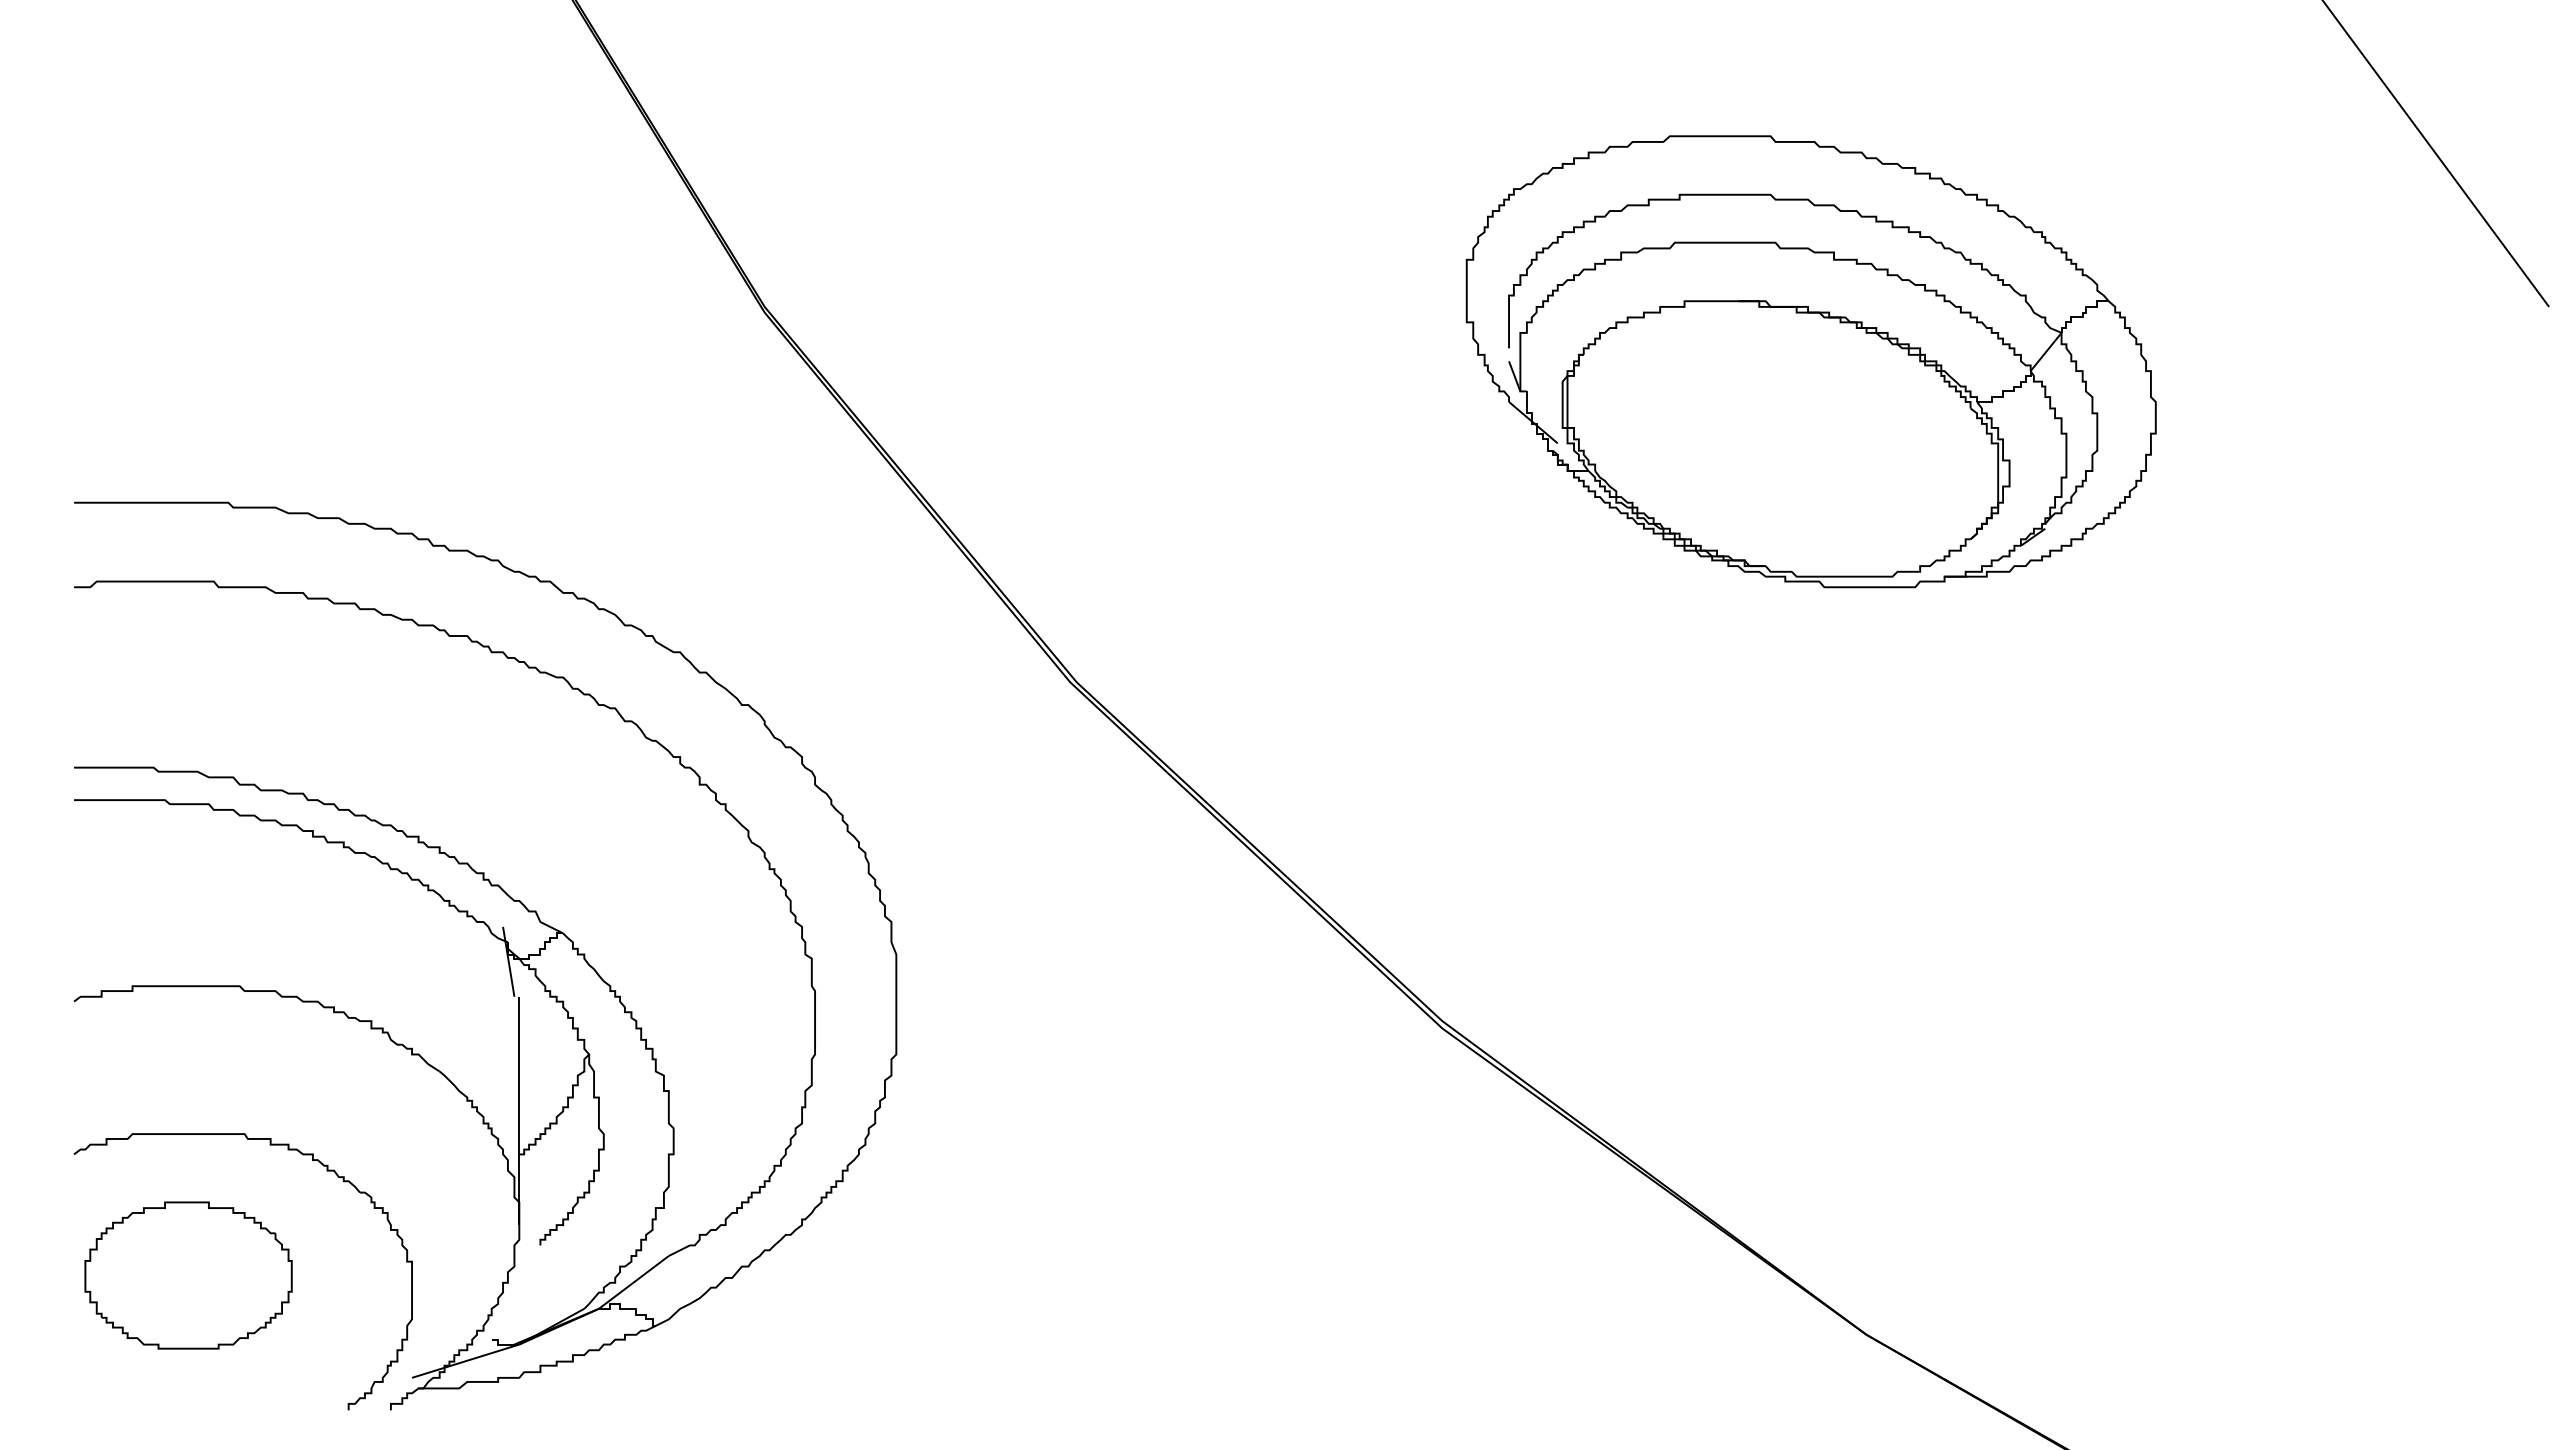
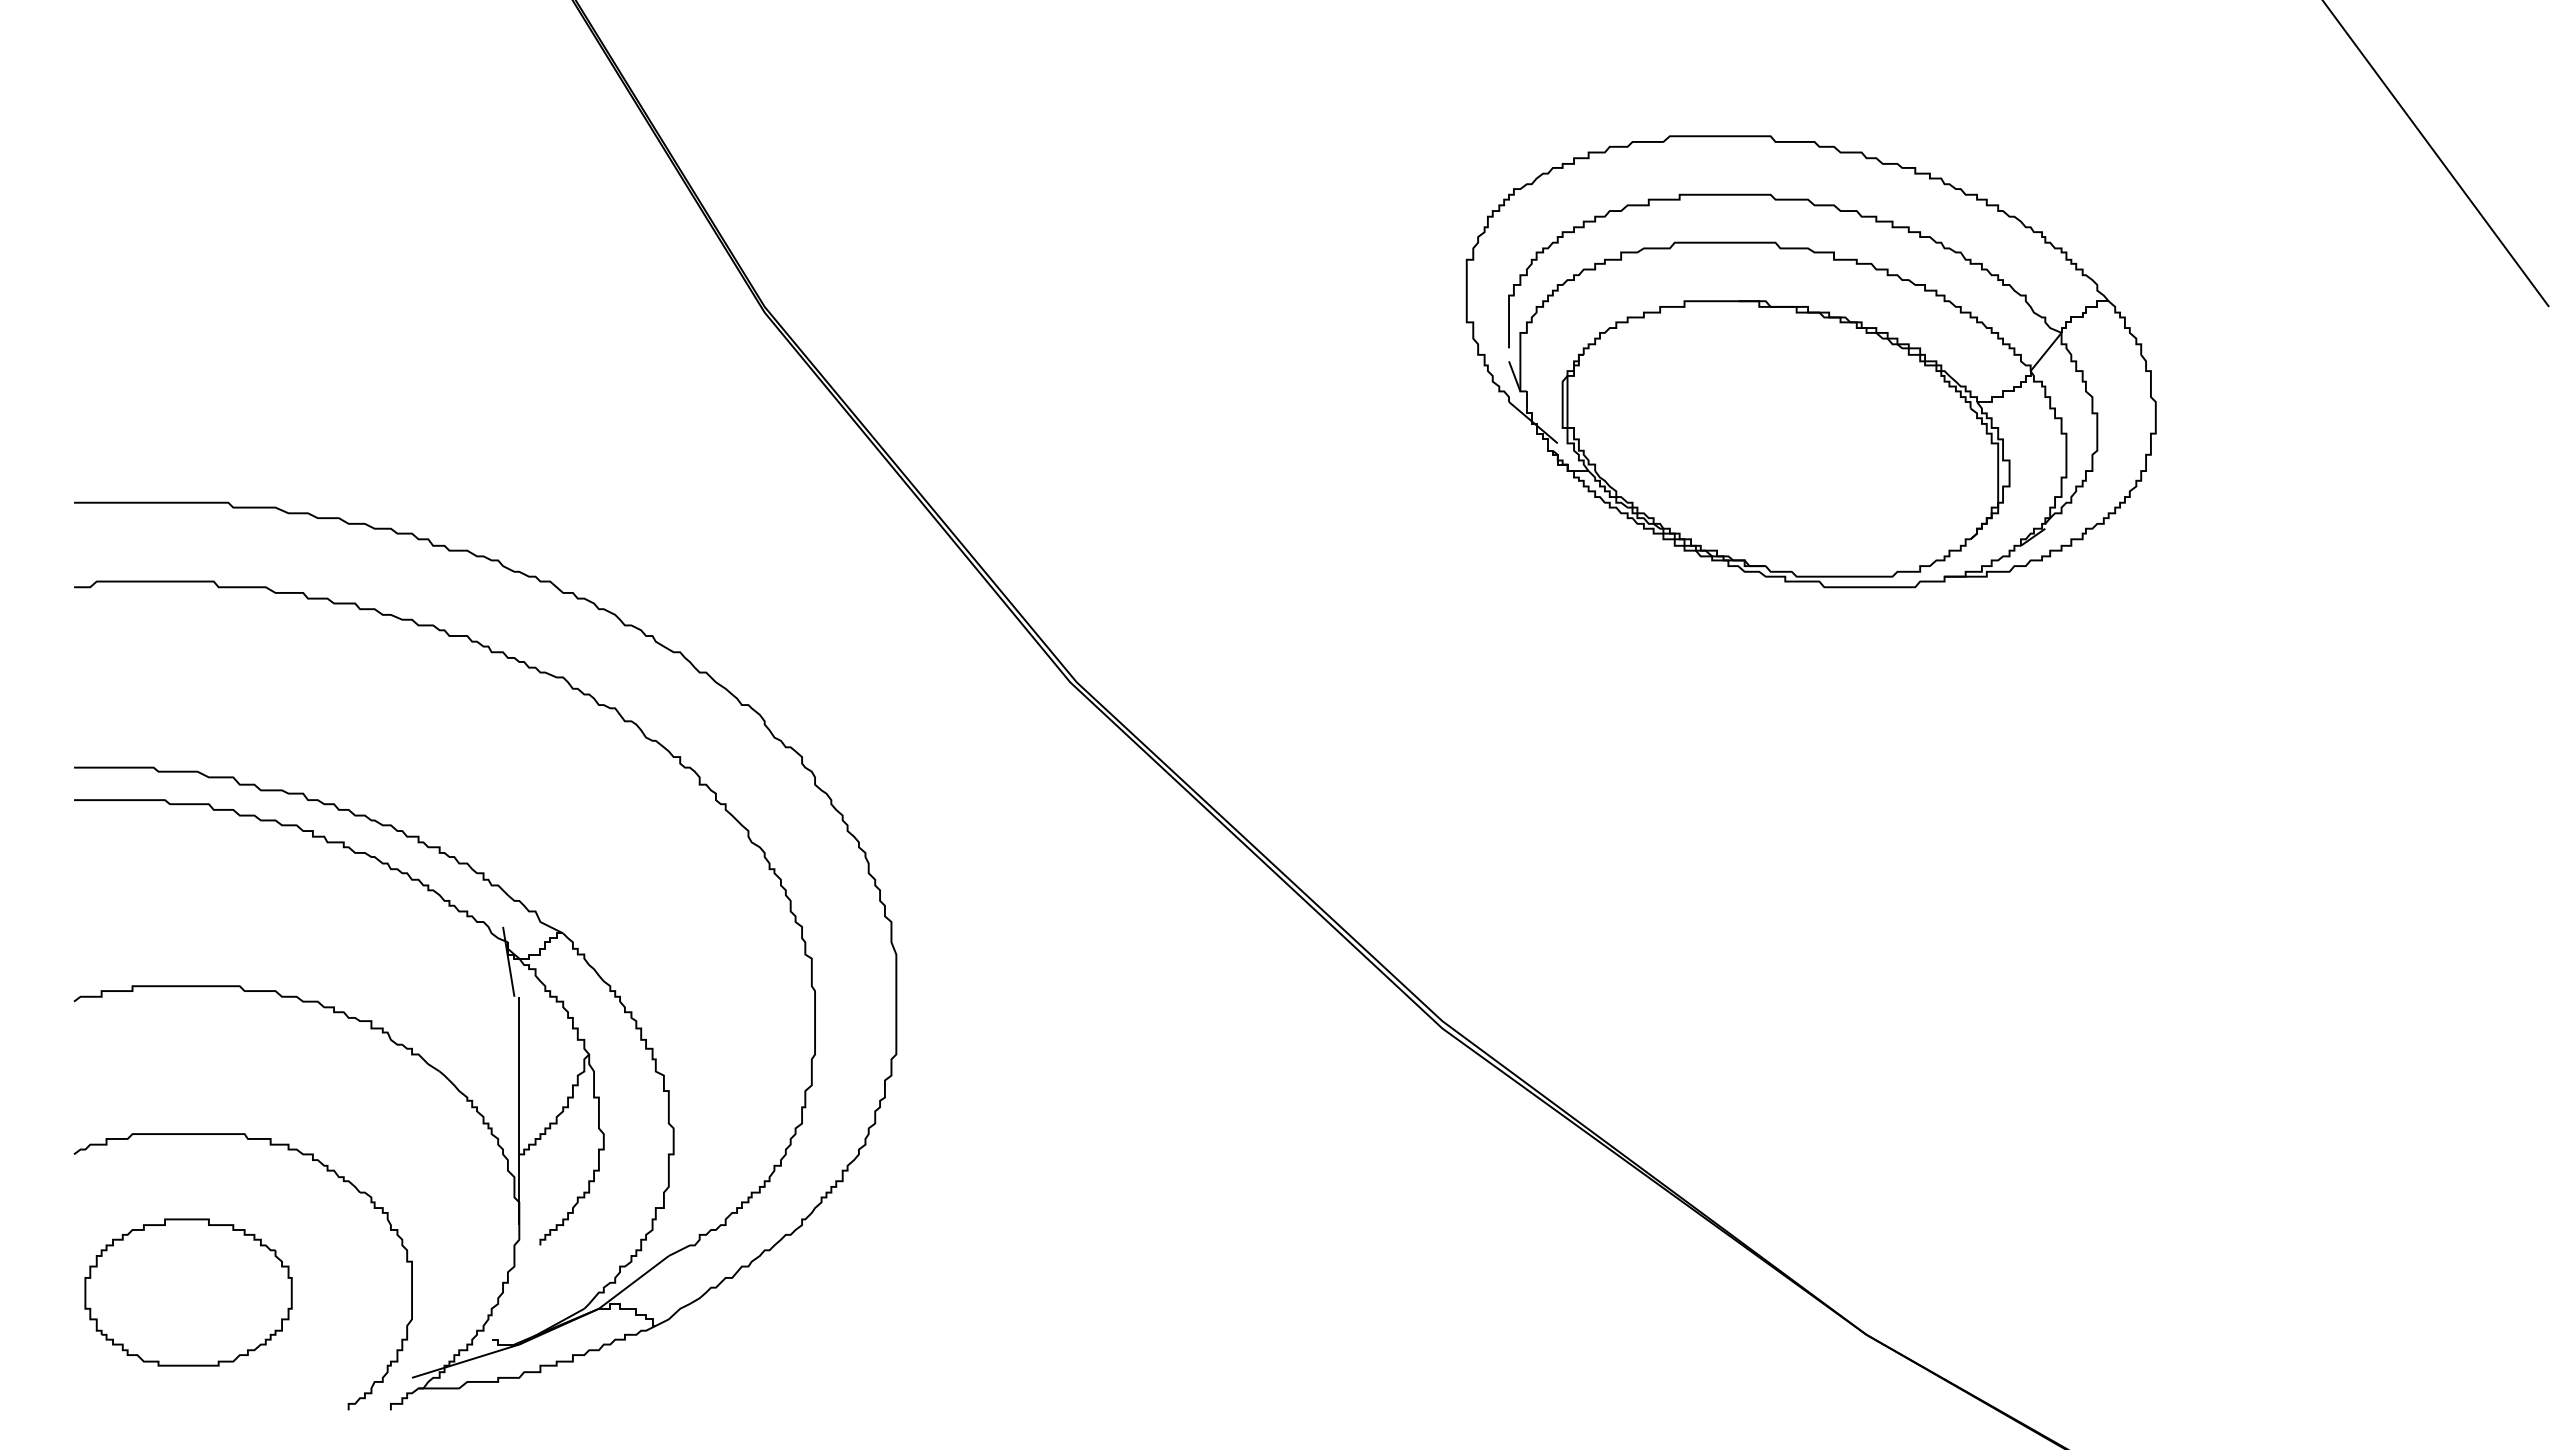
part at (188, 1275) position: (188, 1275) -> (188, 1292)
